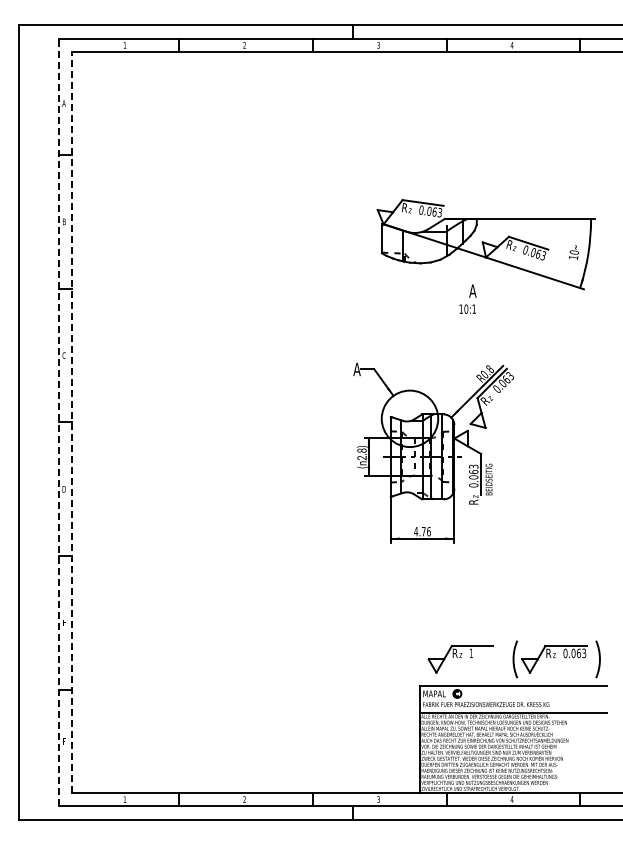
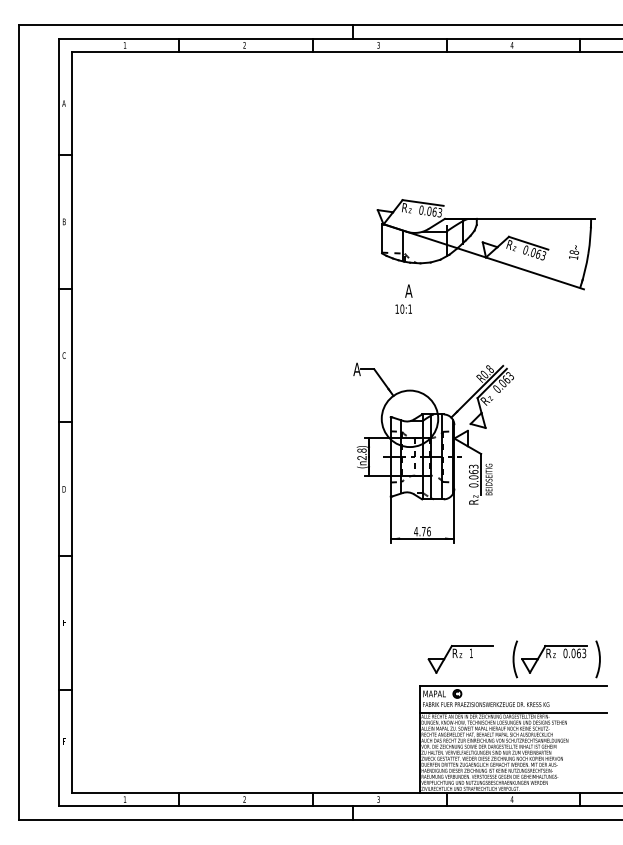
text at (574, 252): 10 -> 18
text at (467, 298) position: (467, 298) -> (403, 298)
line at (58, 422): dashed -> solid
line at (72, 422): dashed -> solid
